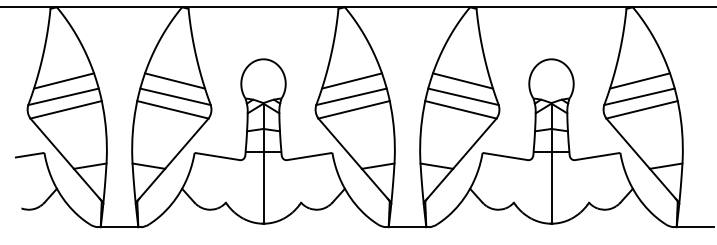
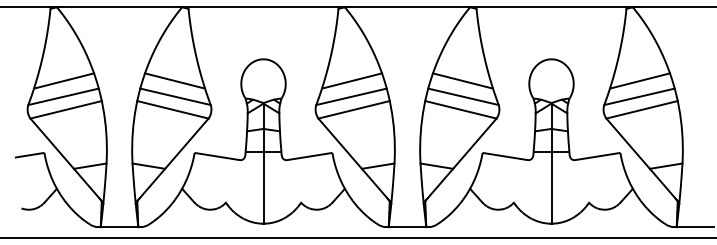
line at (357, 237): none -> present
